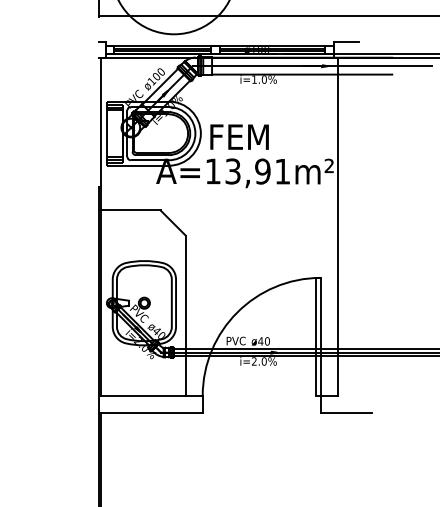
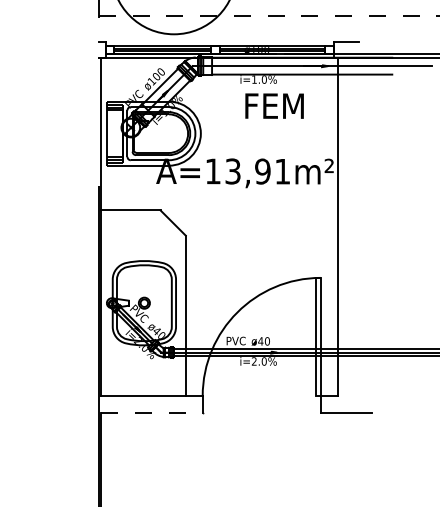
line at (269, 16): solid -> dashed
text at (239, 136) position: (239, 136) -> (274, 105)
line at (152, 412): solid -> dashed
